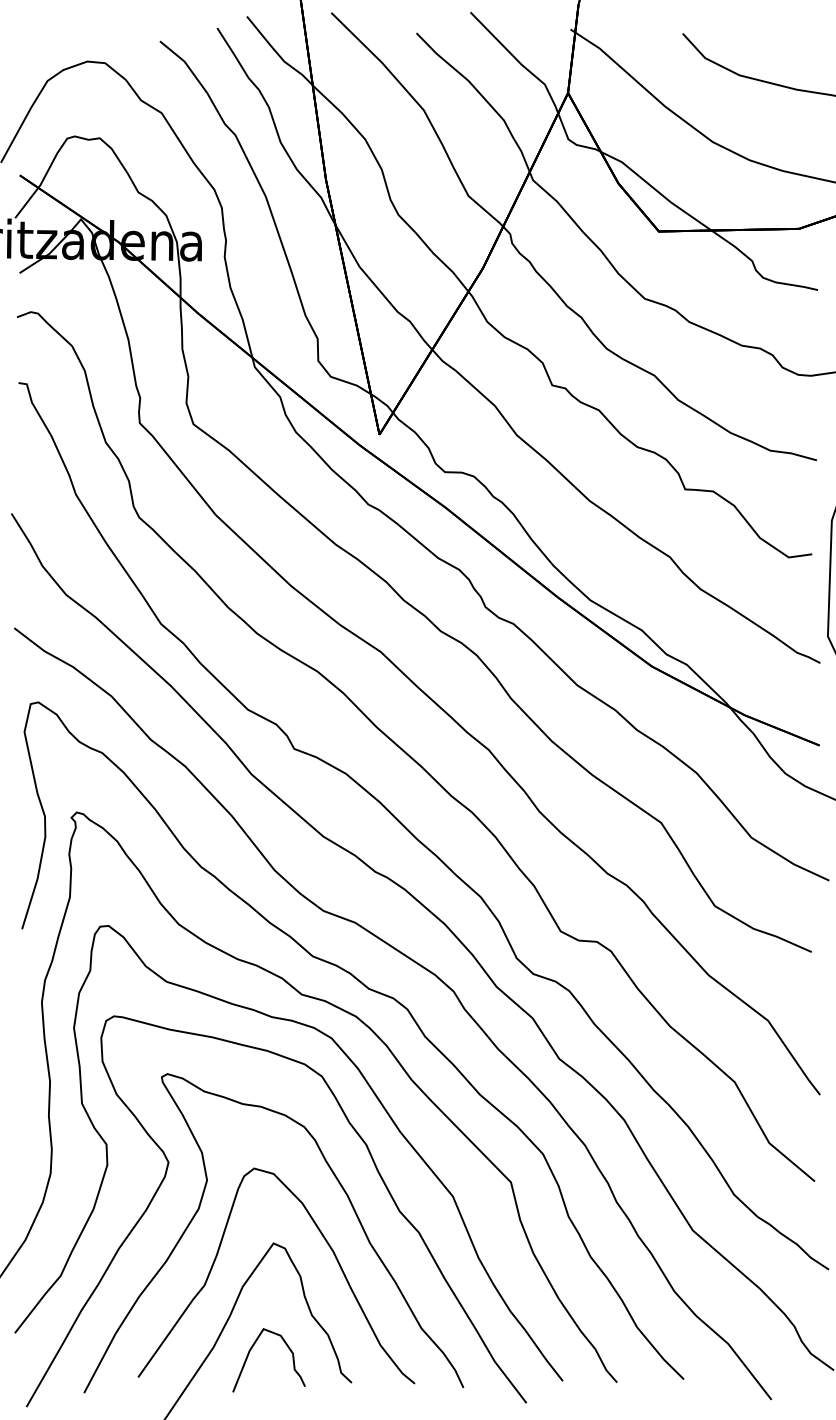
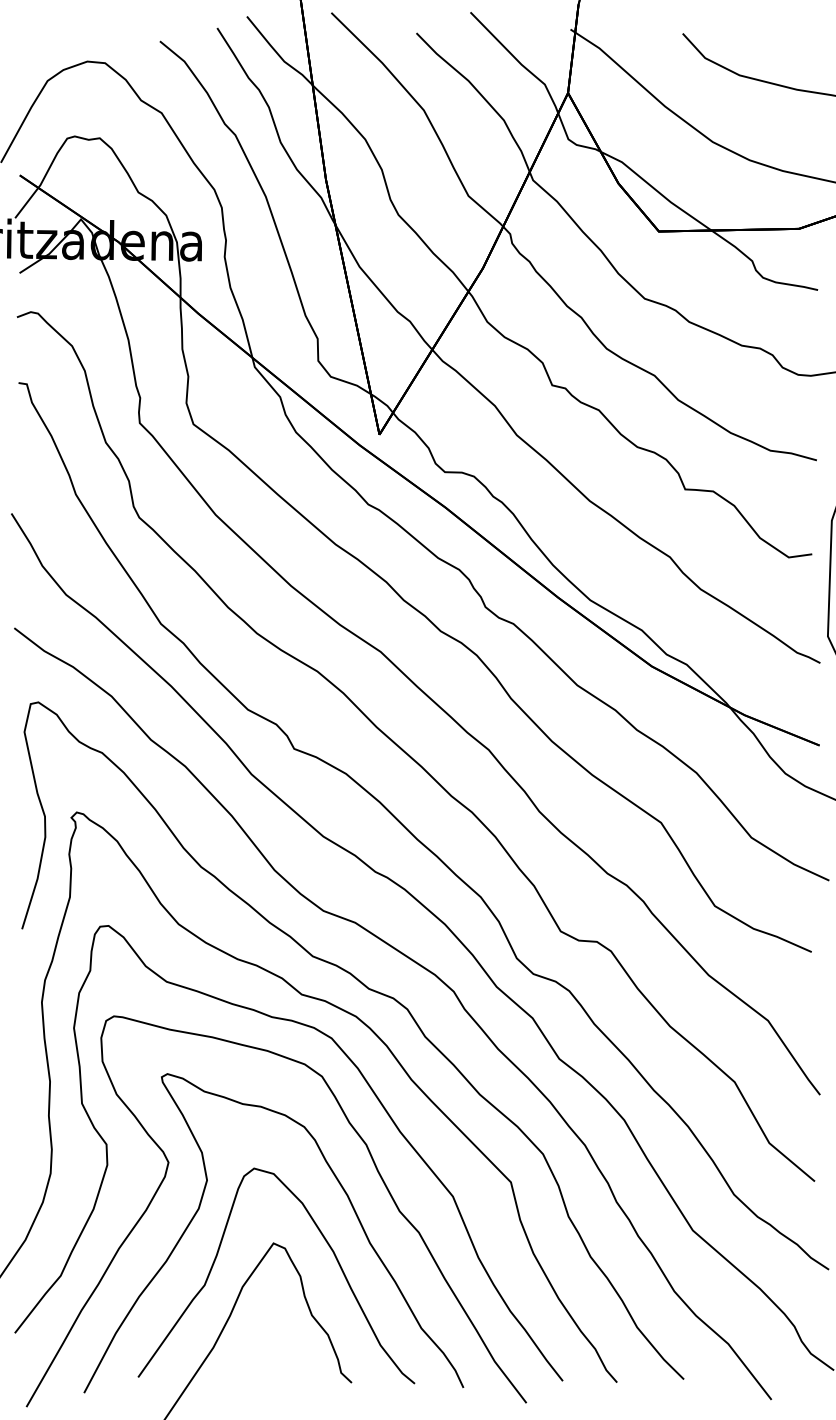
part at (249, 1354): present -> none
